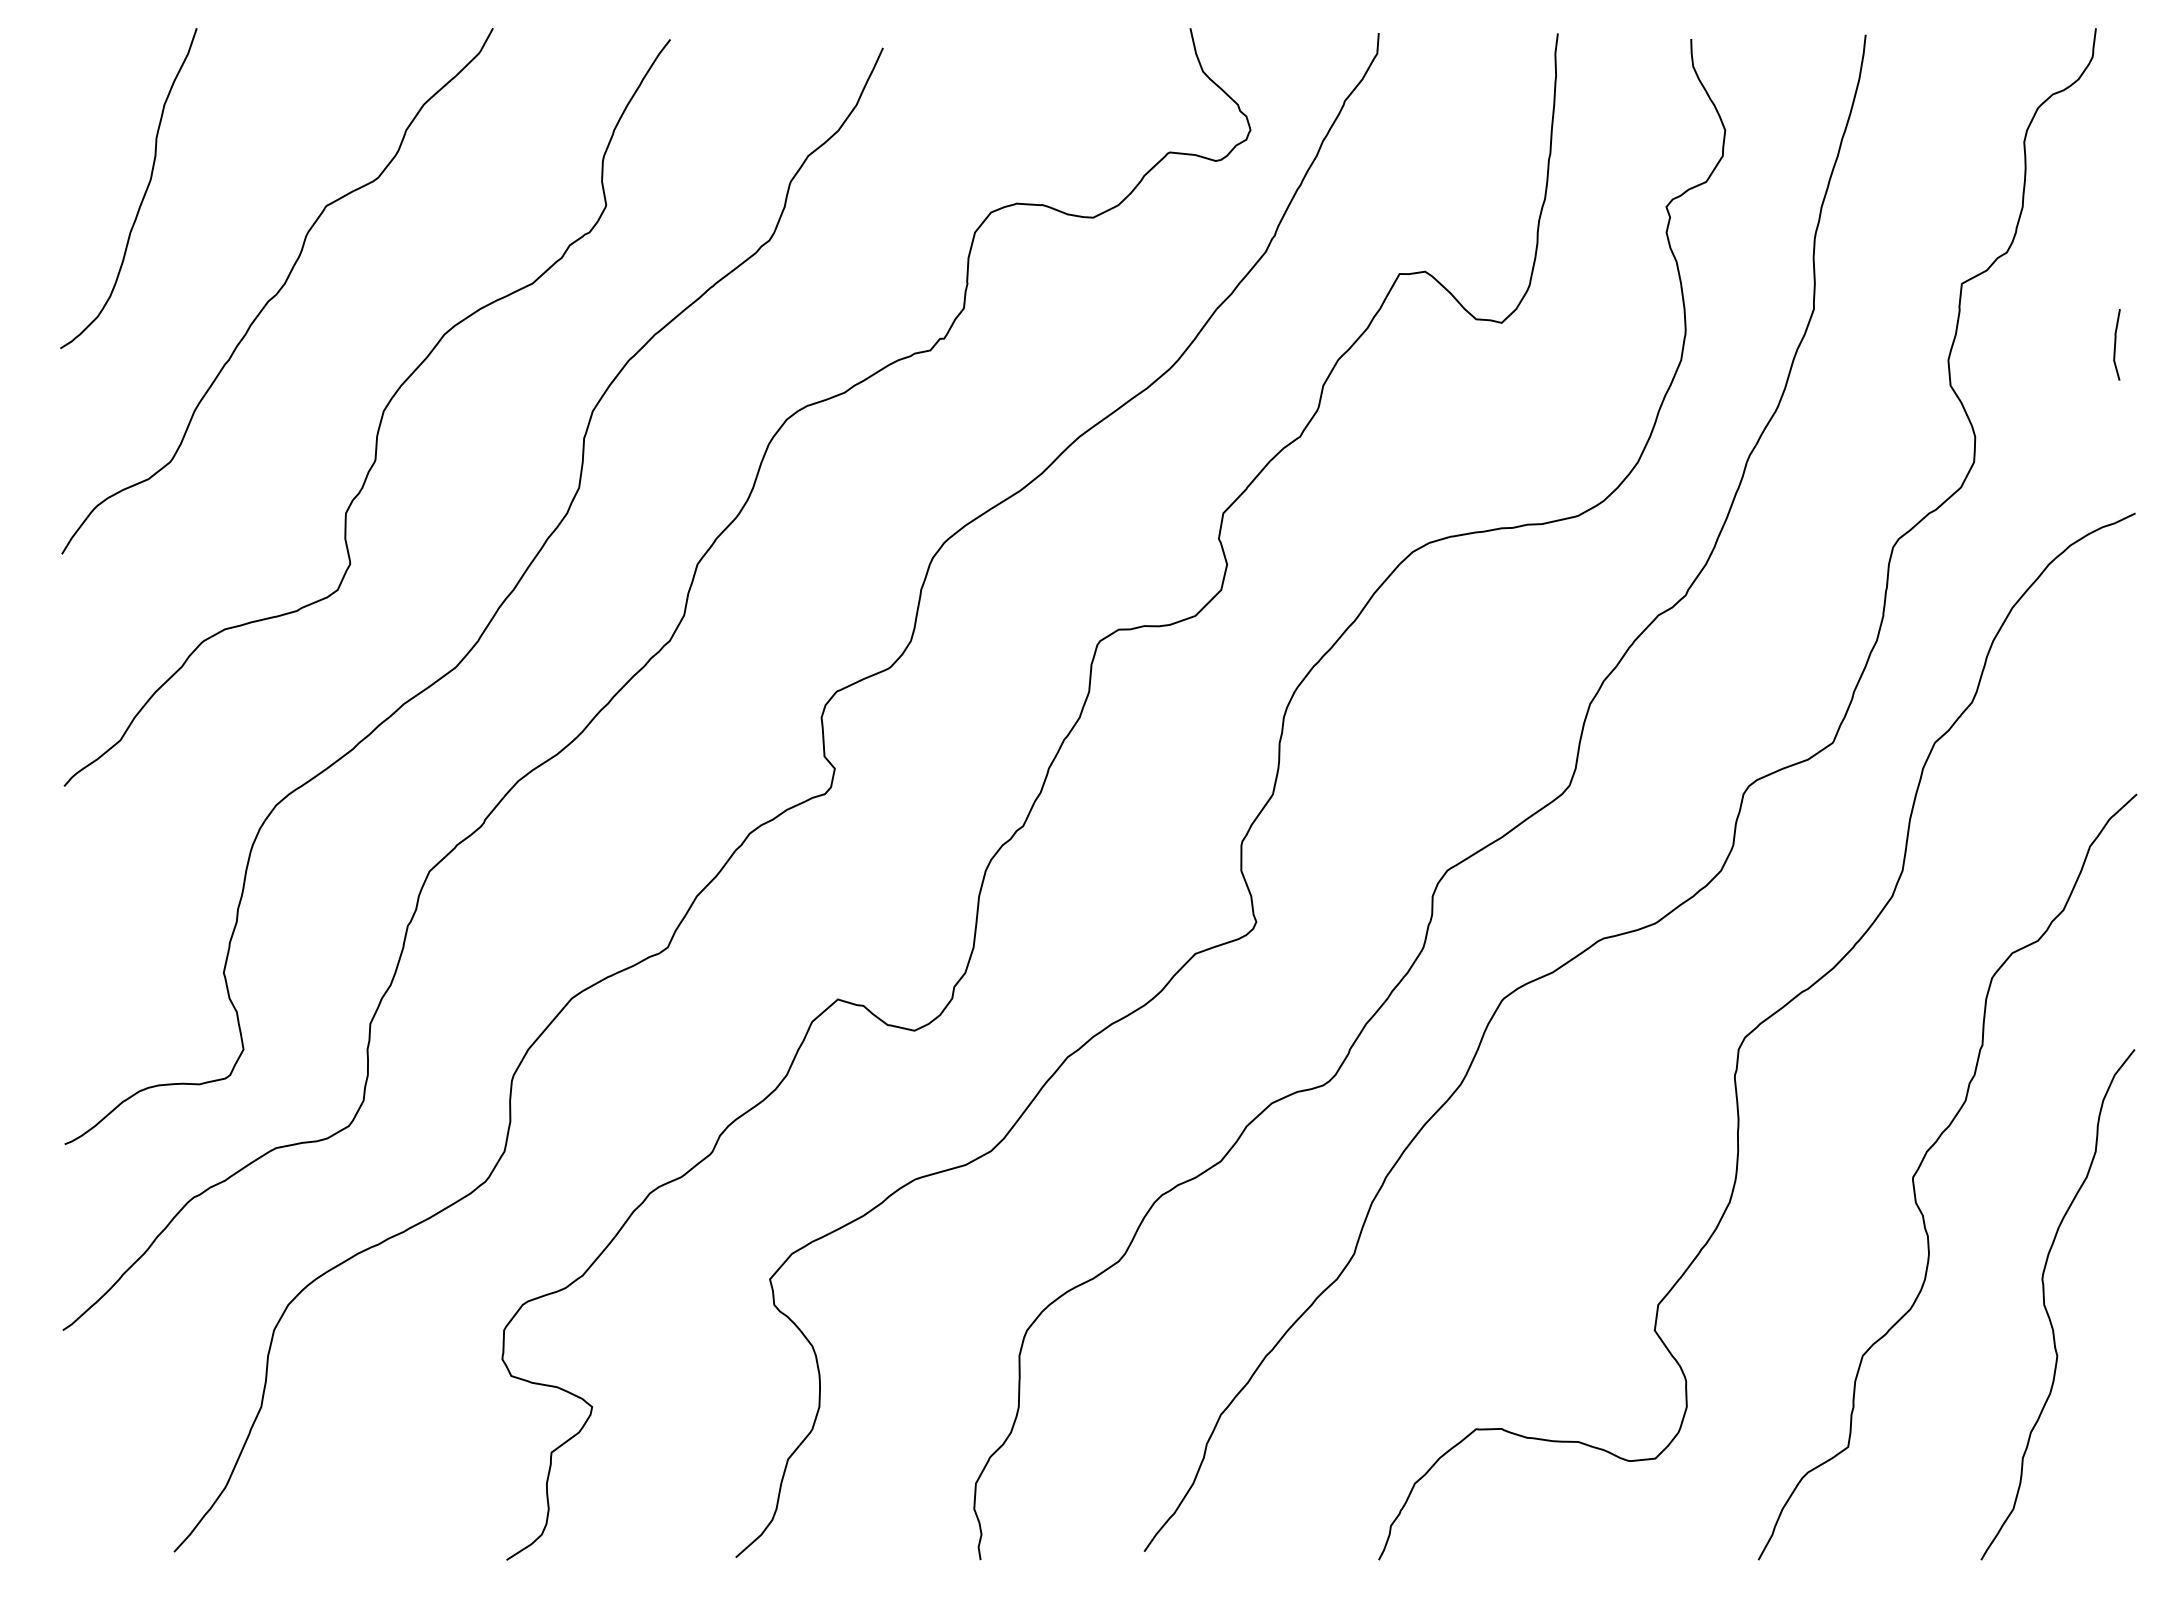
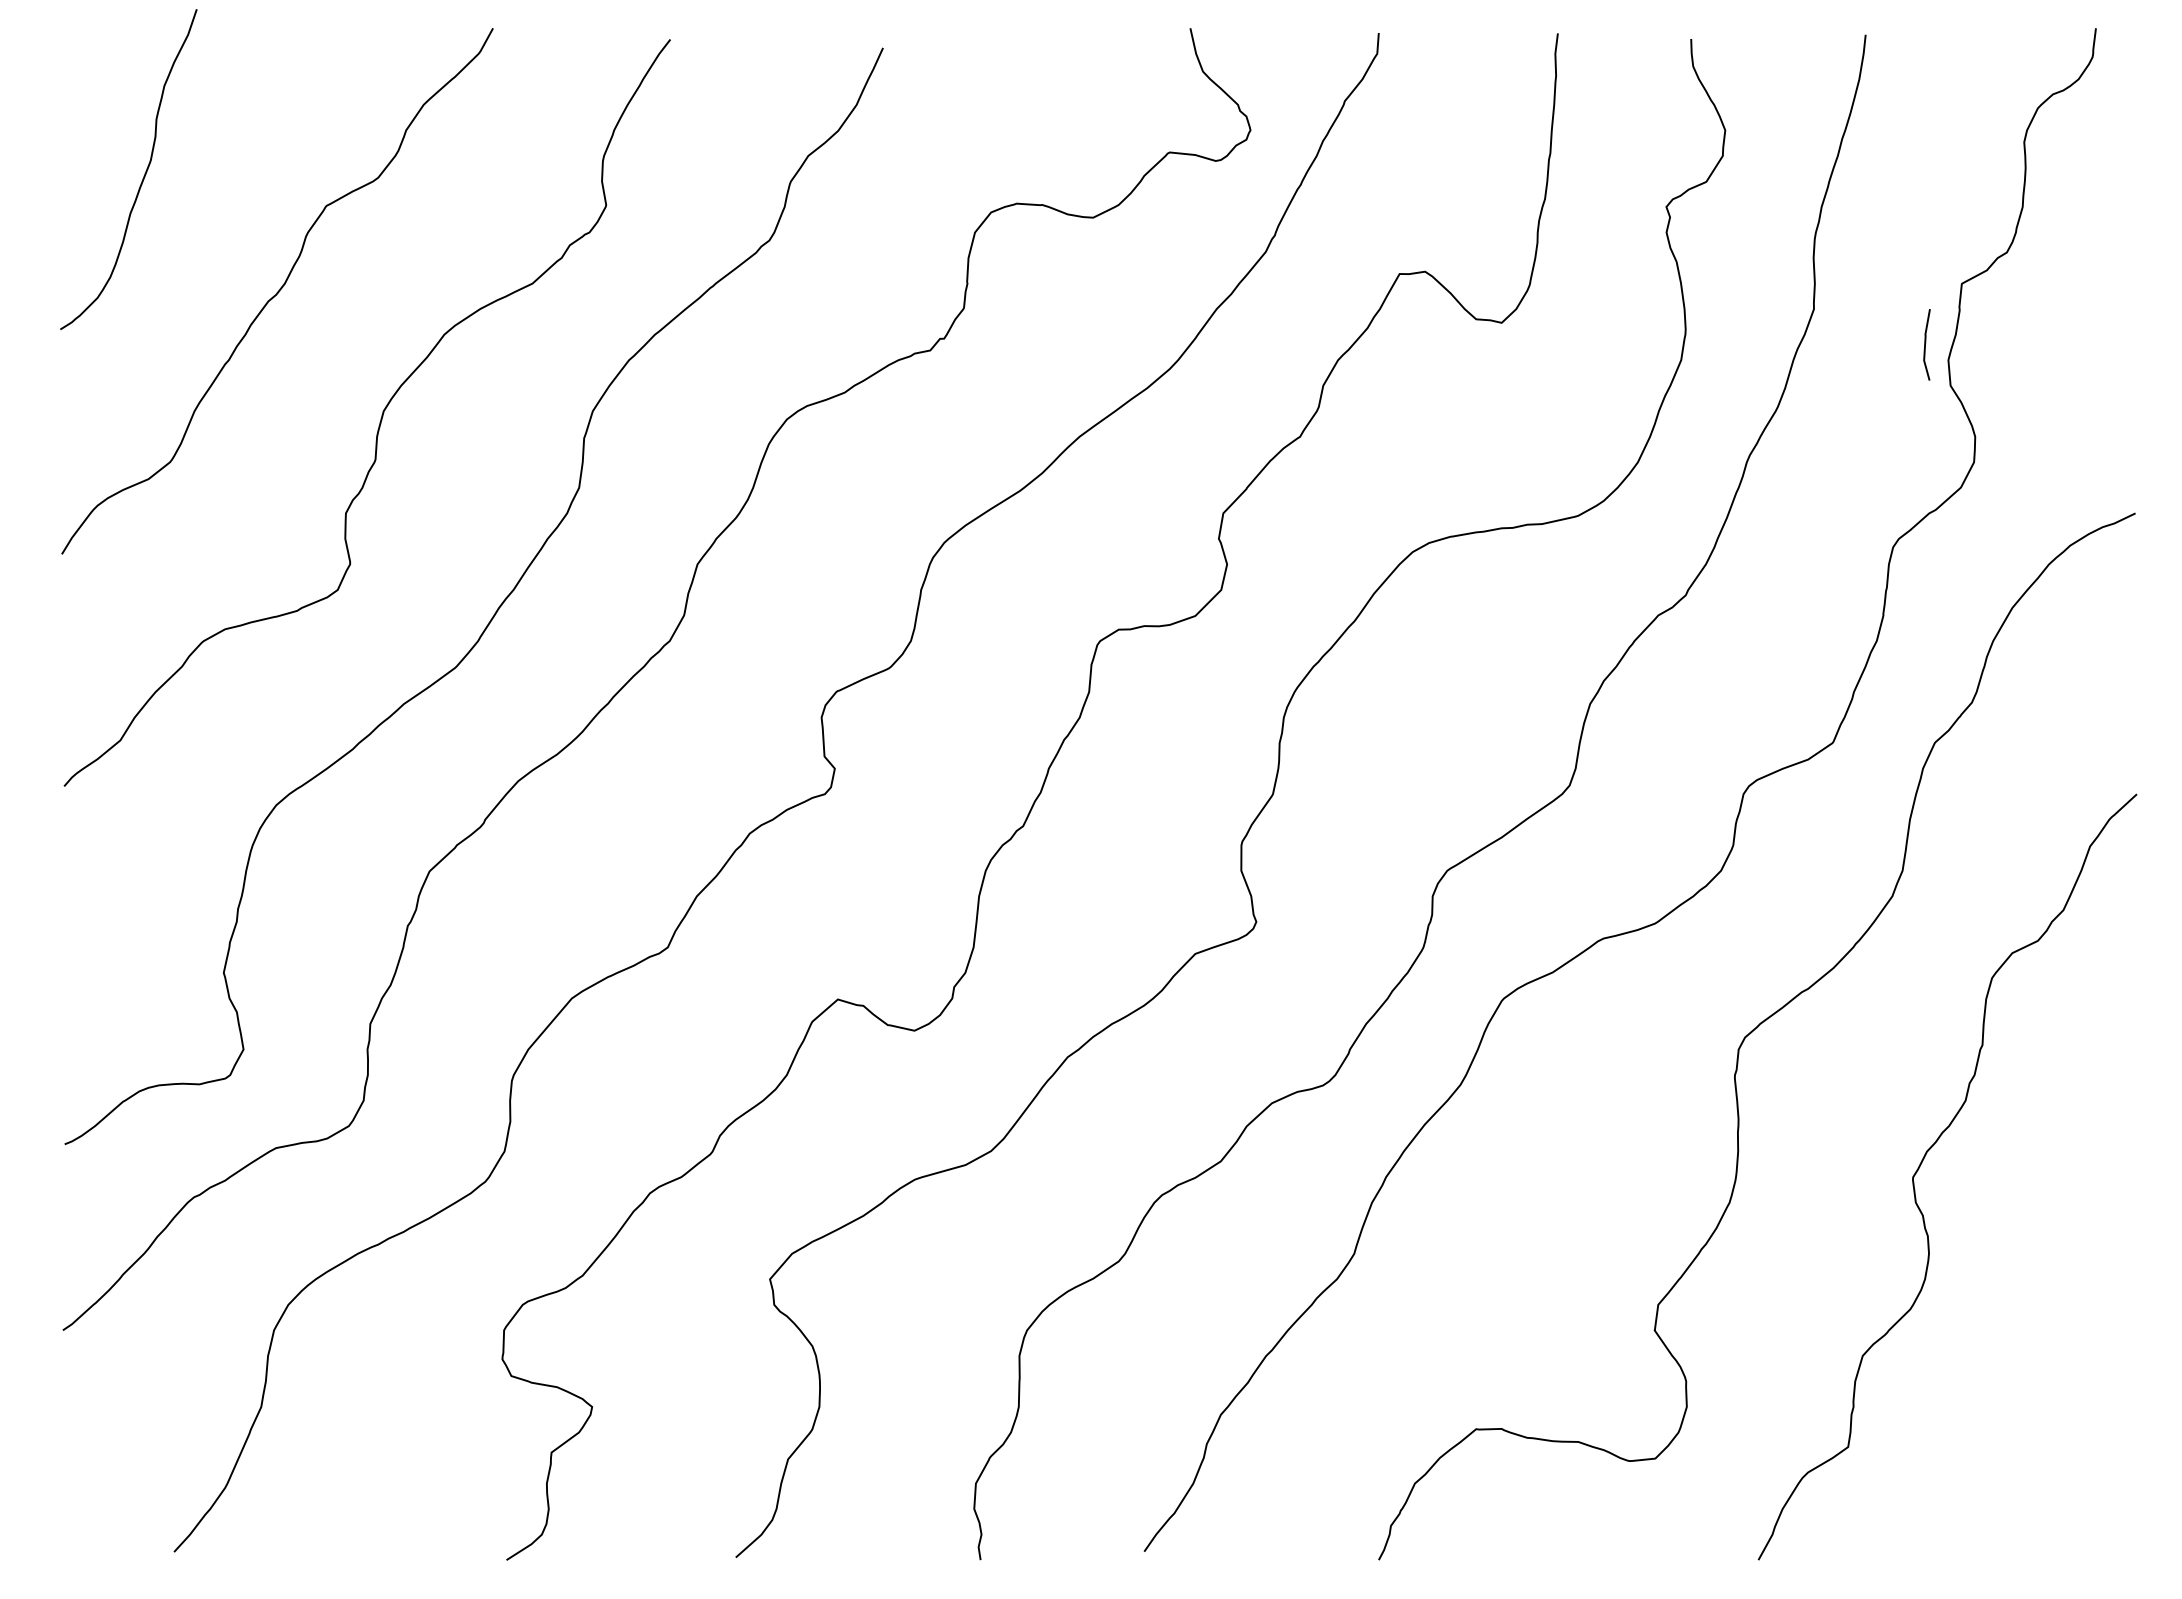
curve at (144, 192) position: (144, 192) -> (144, 173)
line at (2116, 343) position: (2116, 343) -> (1926, 343)
curve at (2046, 1307): present -> none
